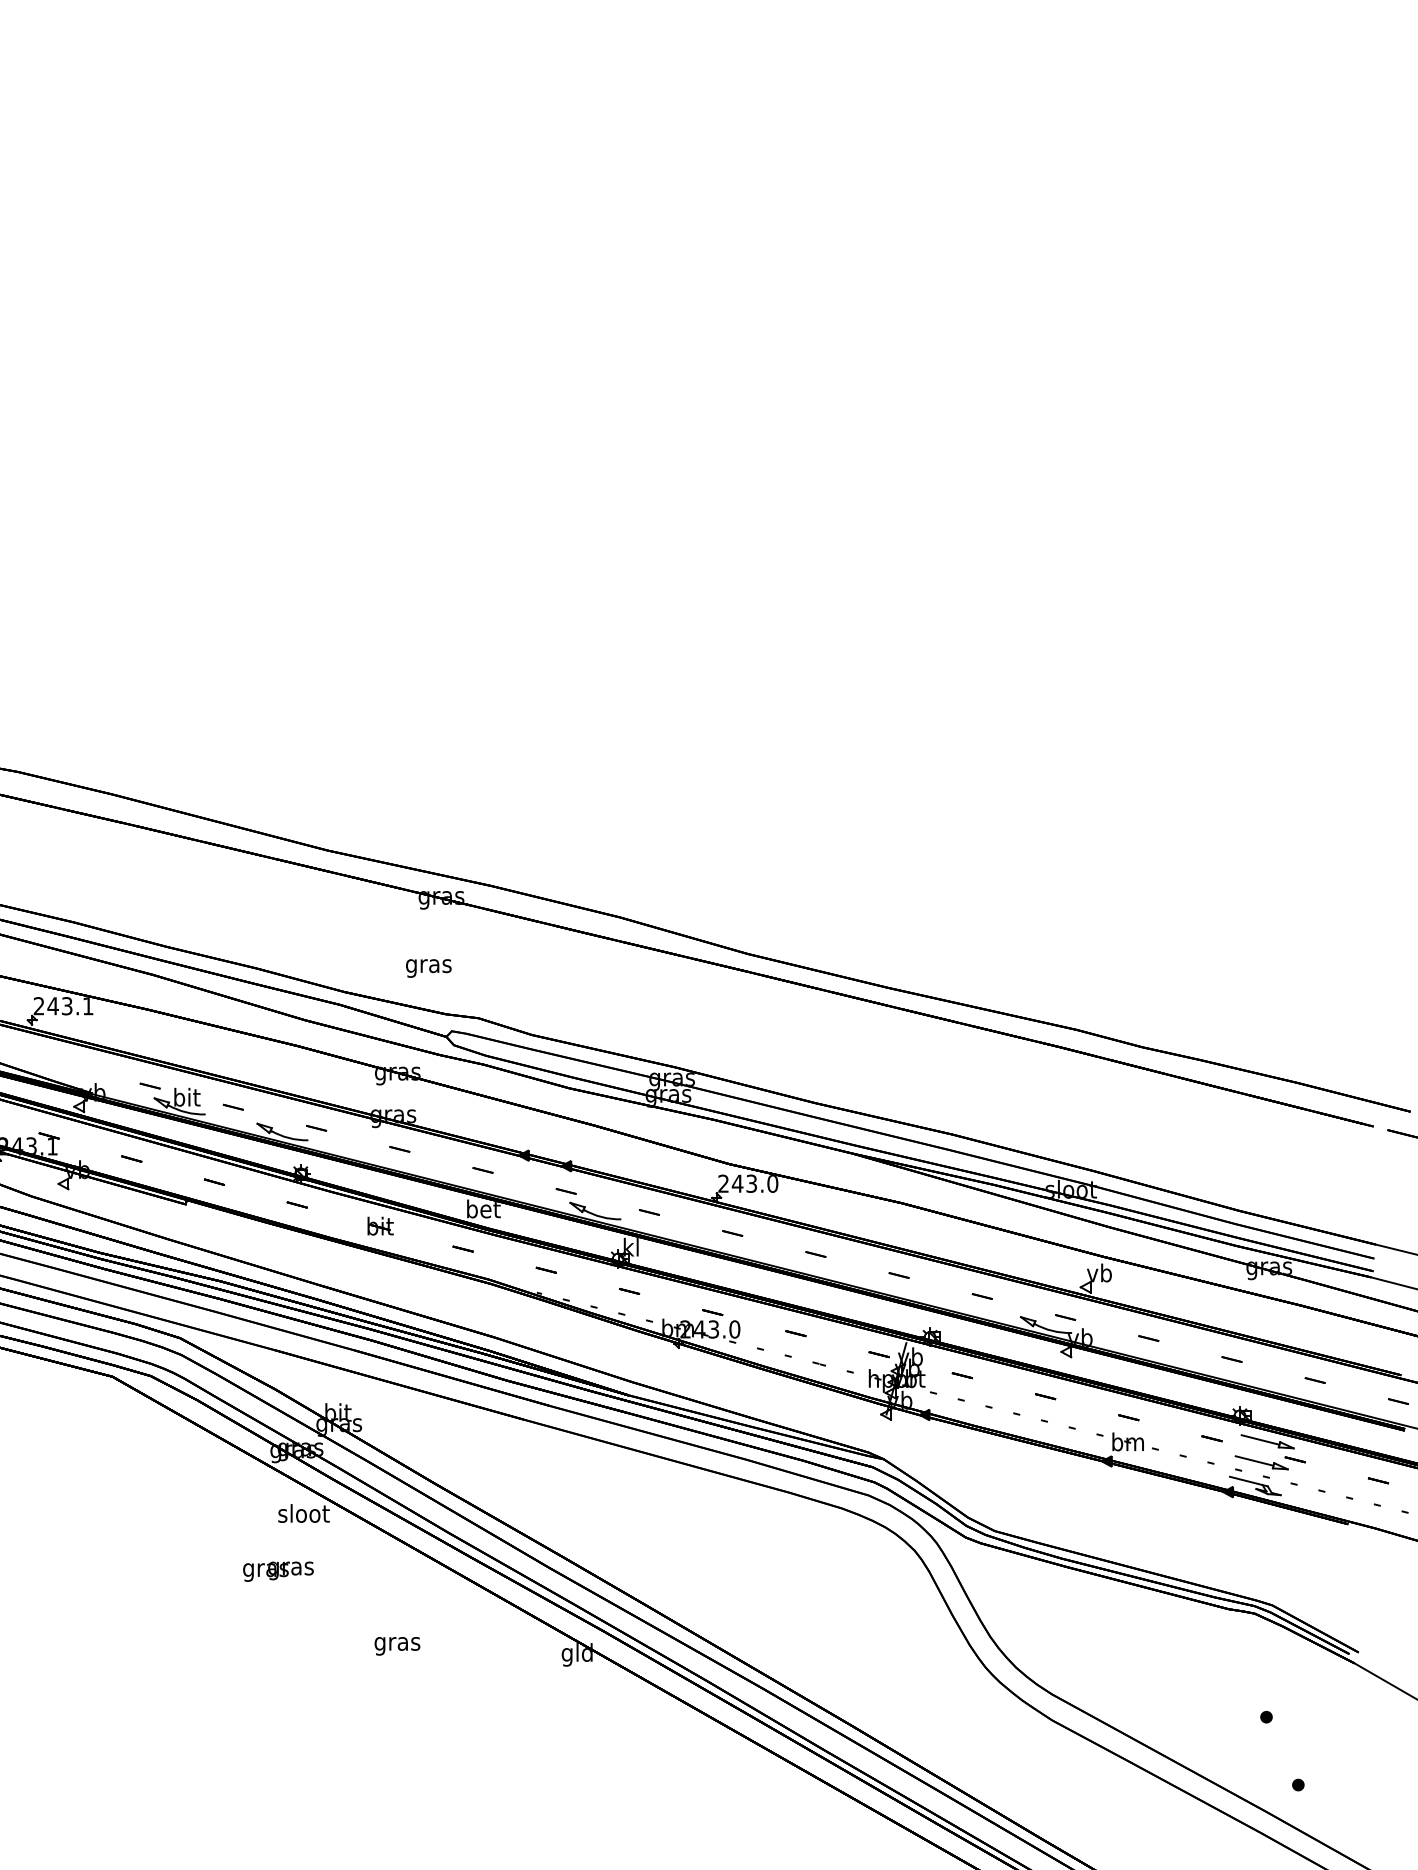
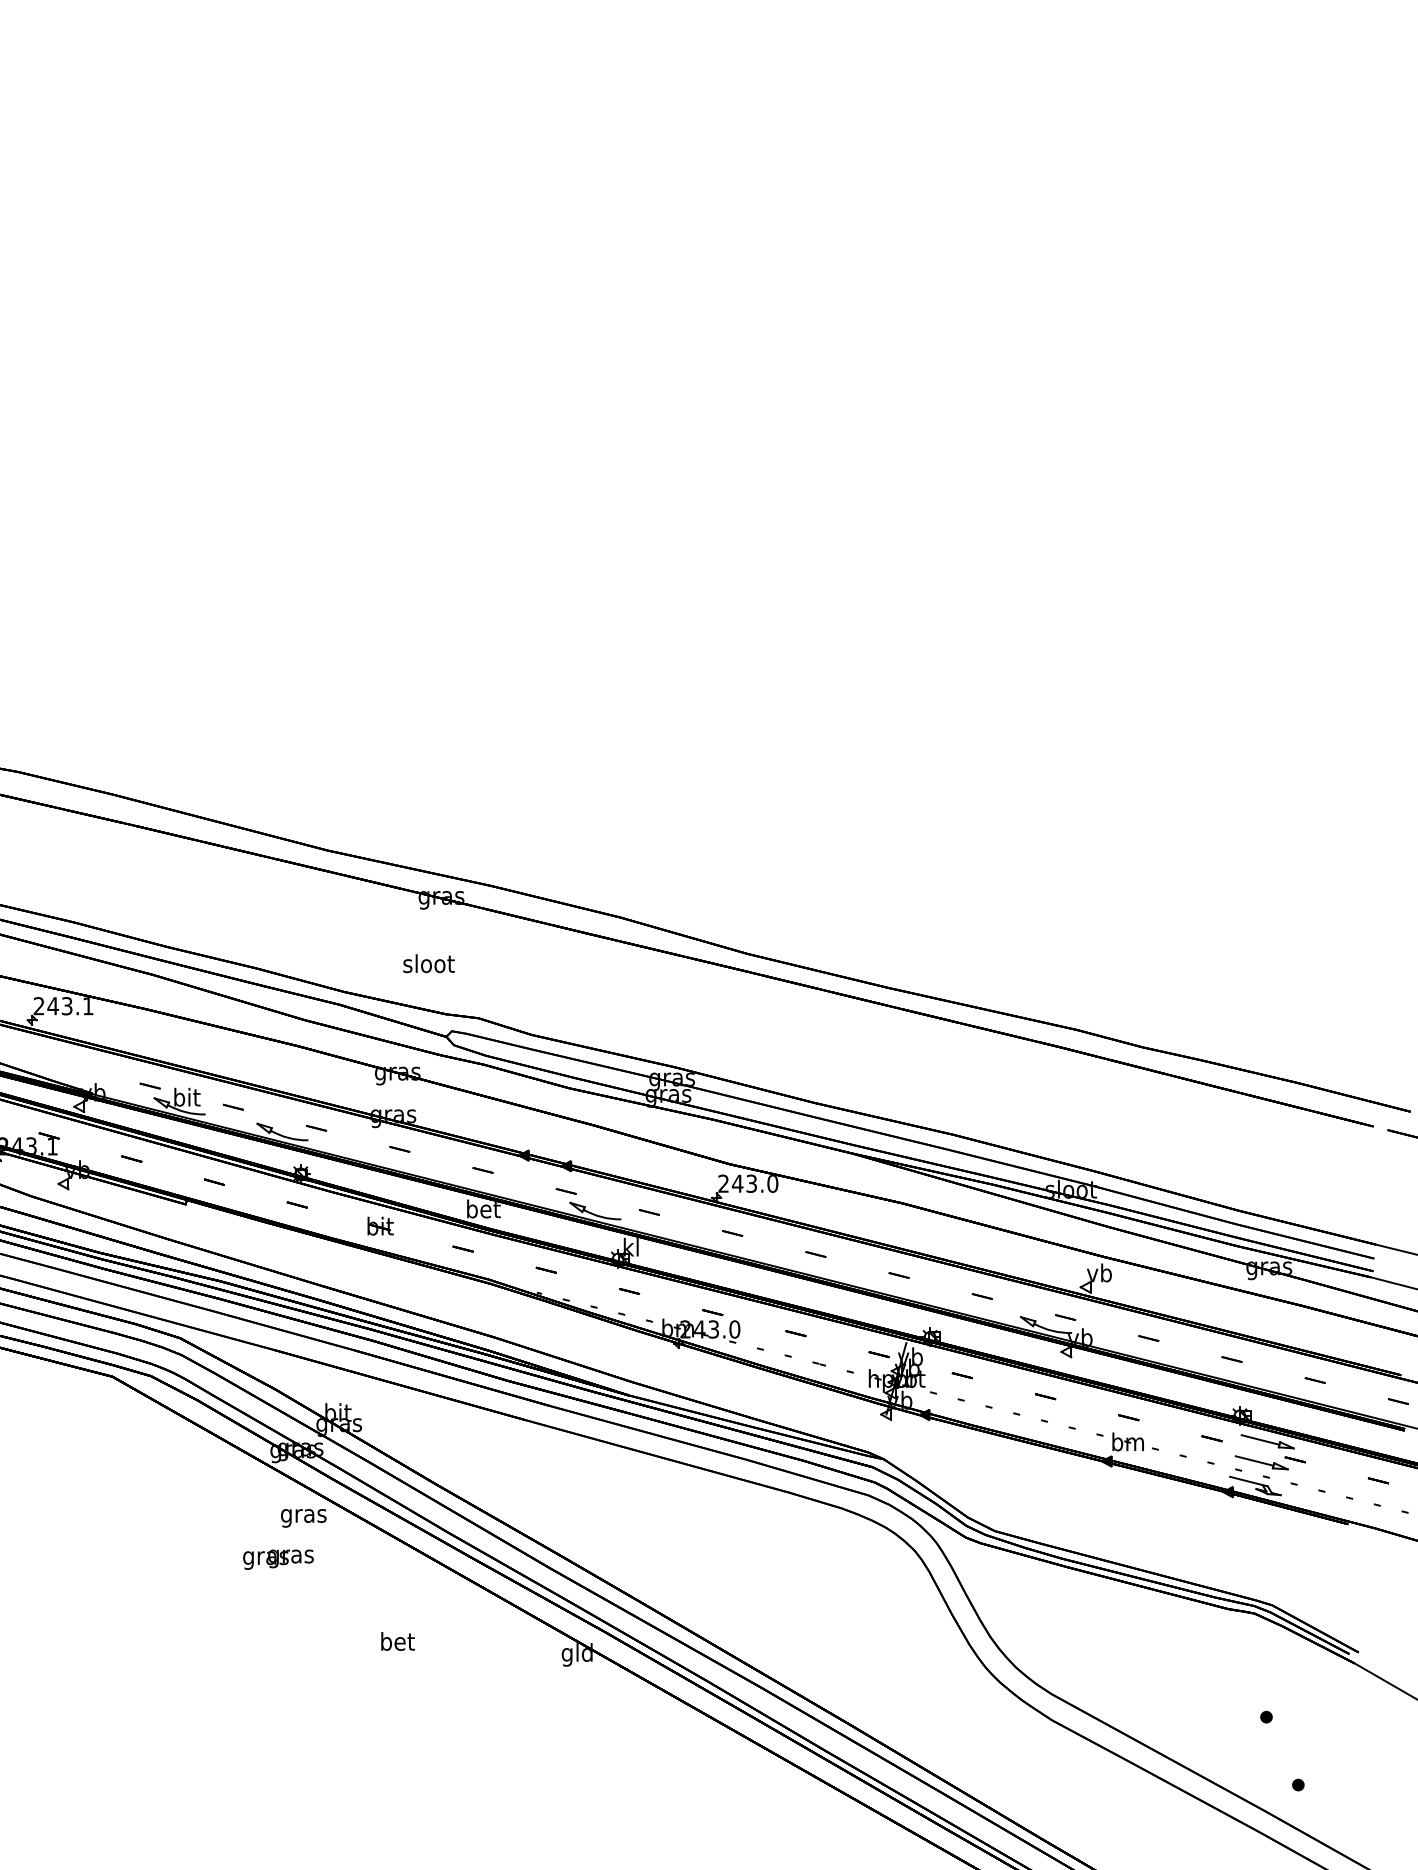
text at (428, 965): gras -> sloot
text at (303, 1515): sloot -> gras
text at (278, 1571) position: (278, 1571) -> (278, 1559)
text at (397, 1643): gras -> bet
